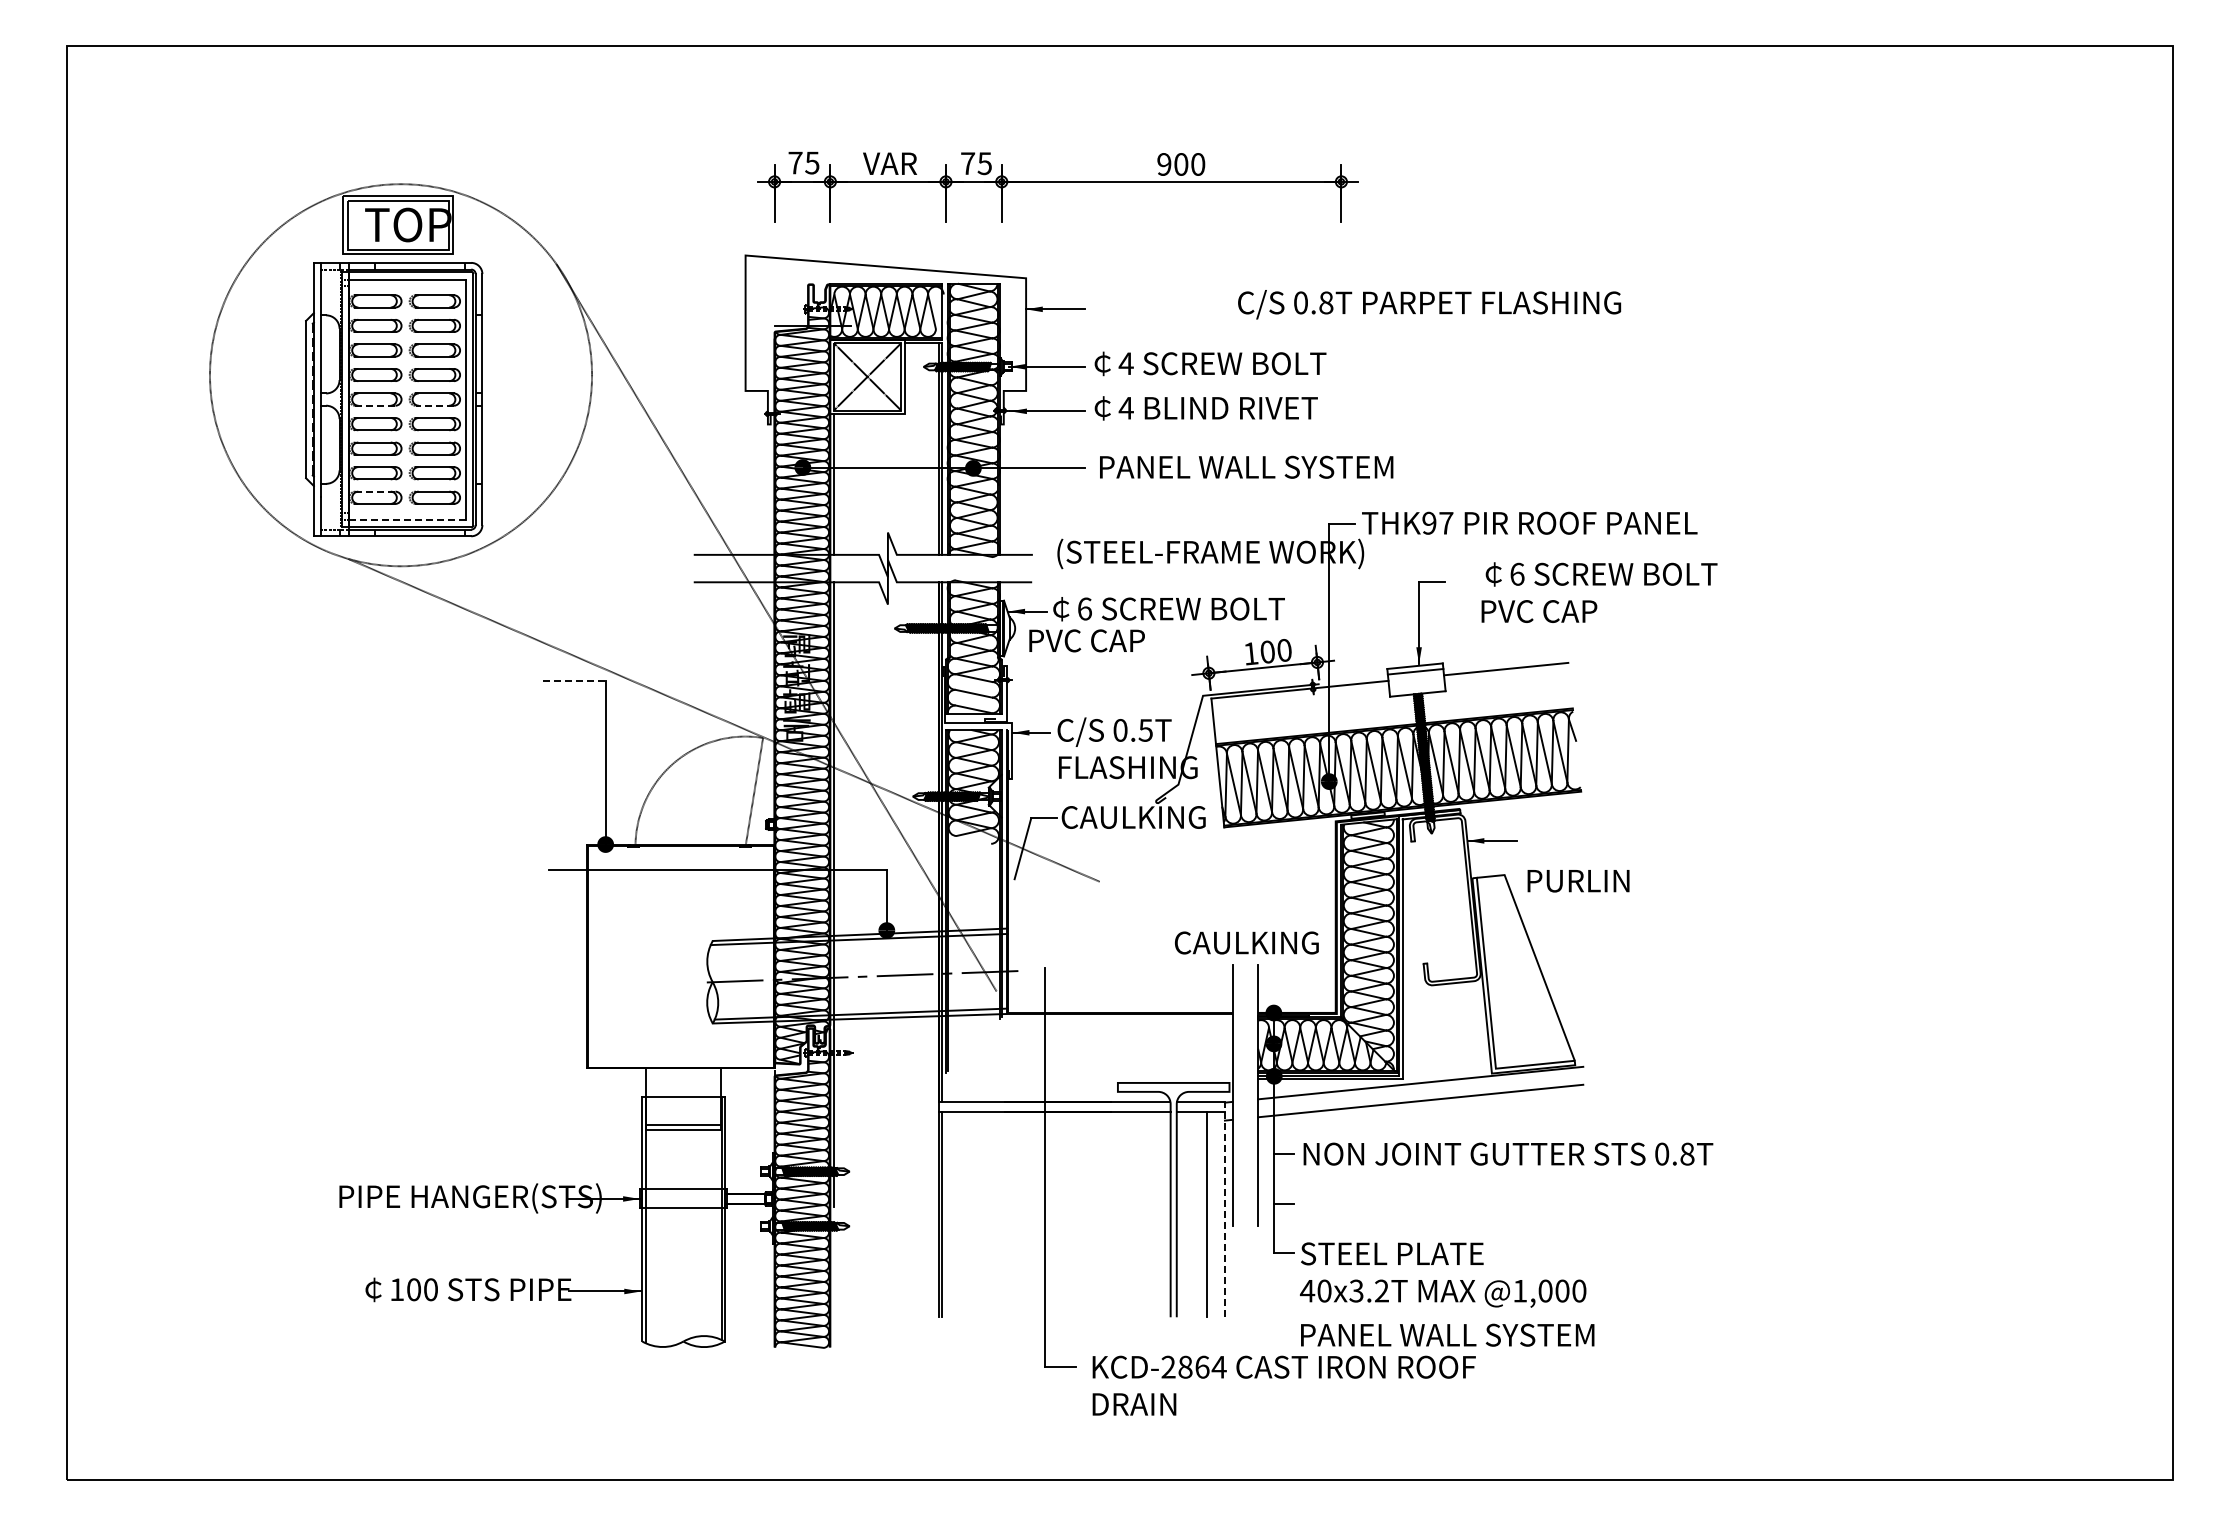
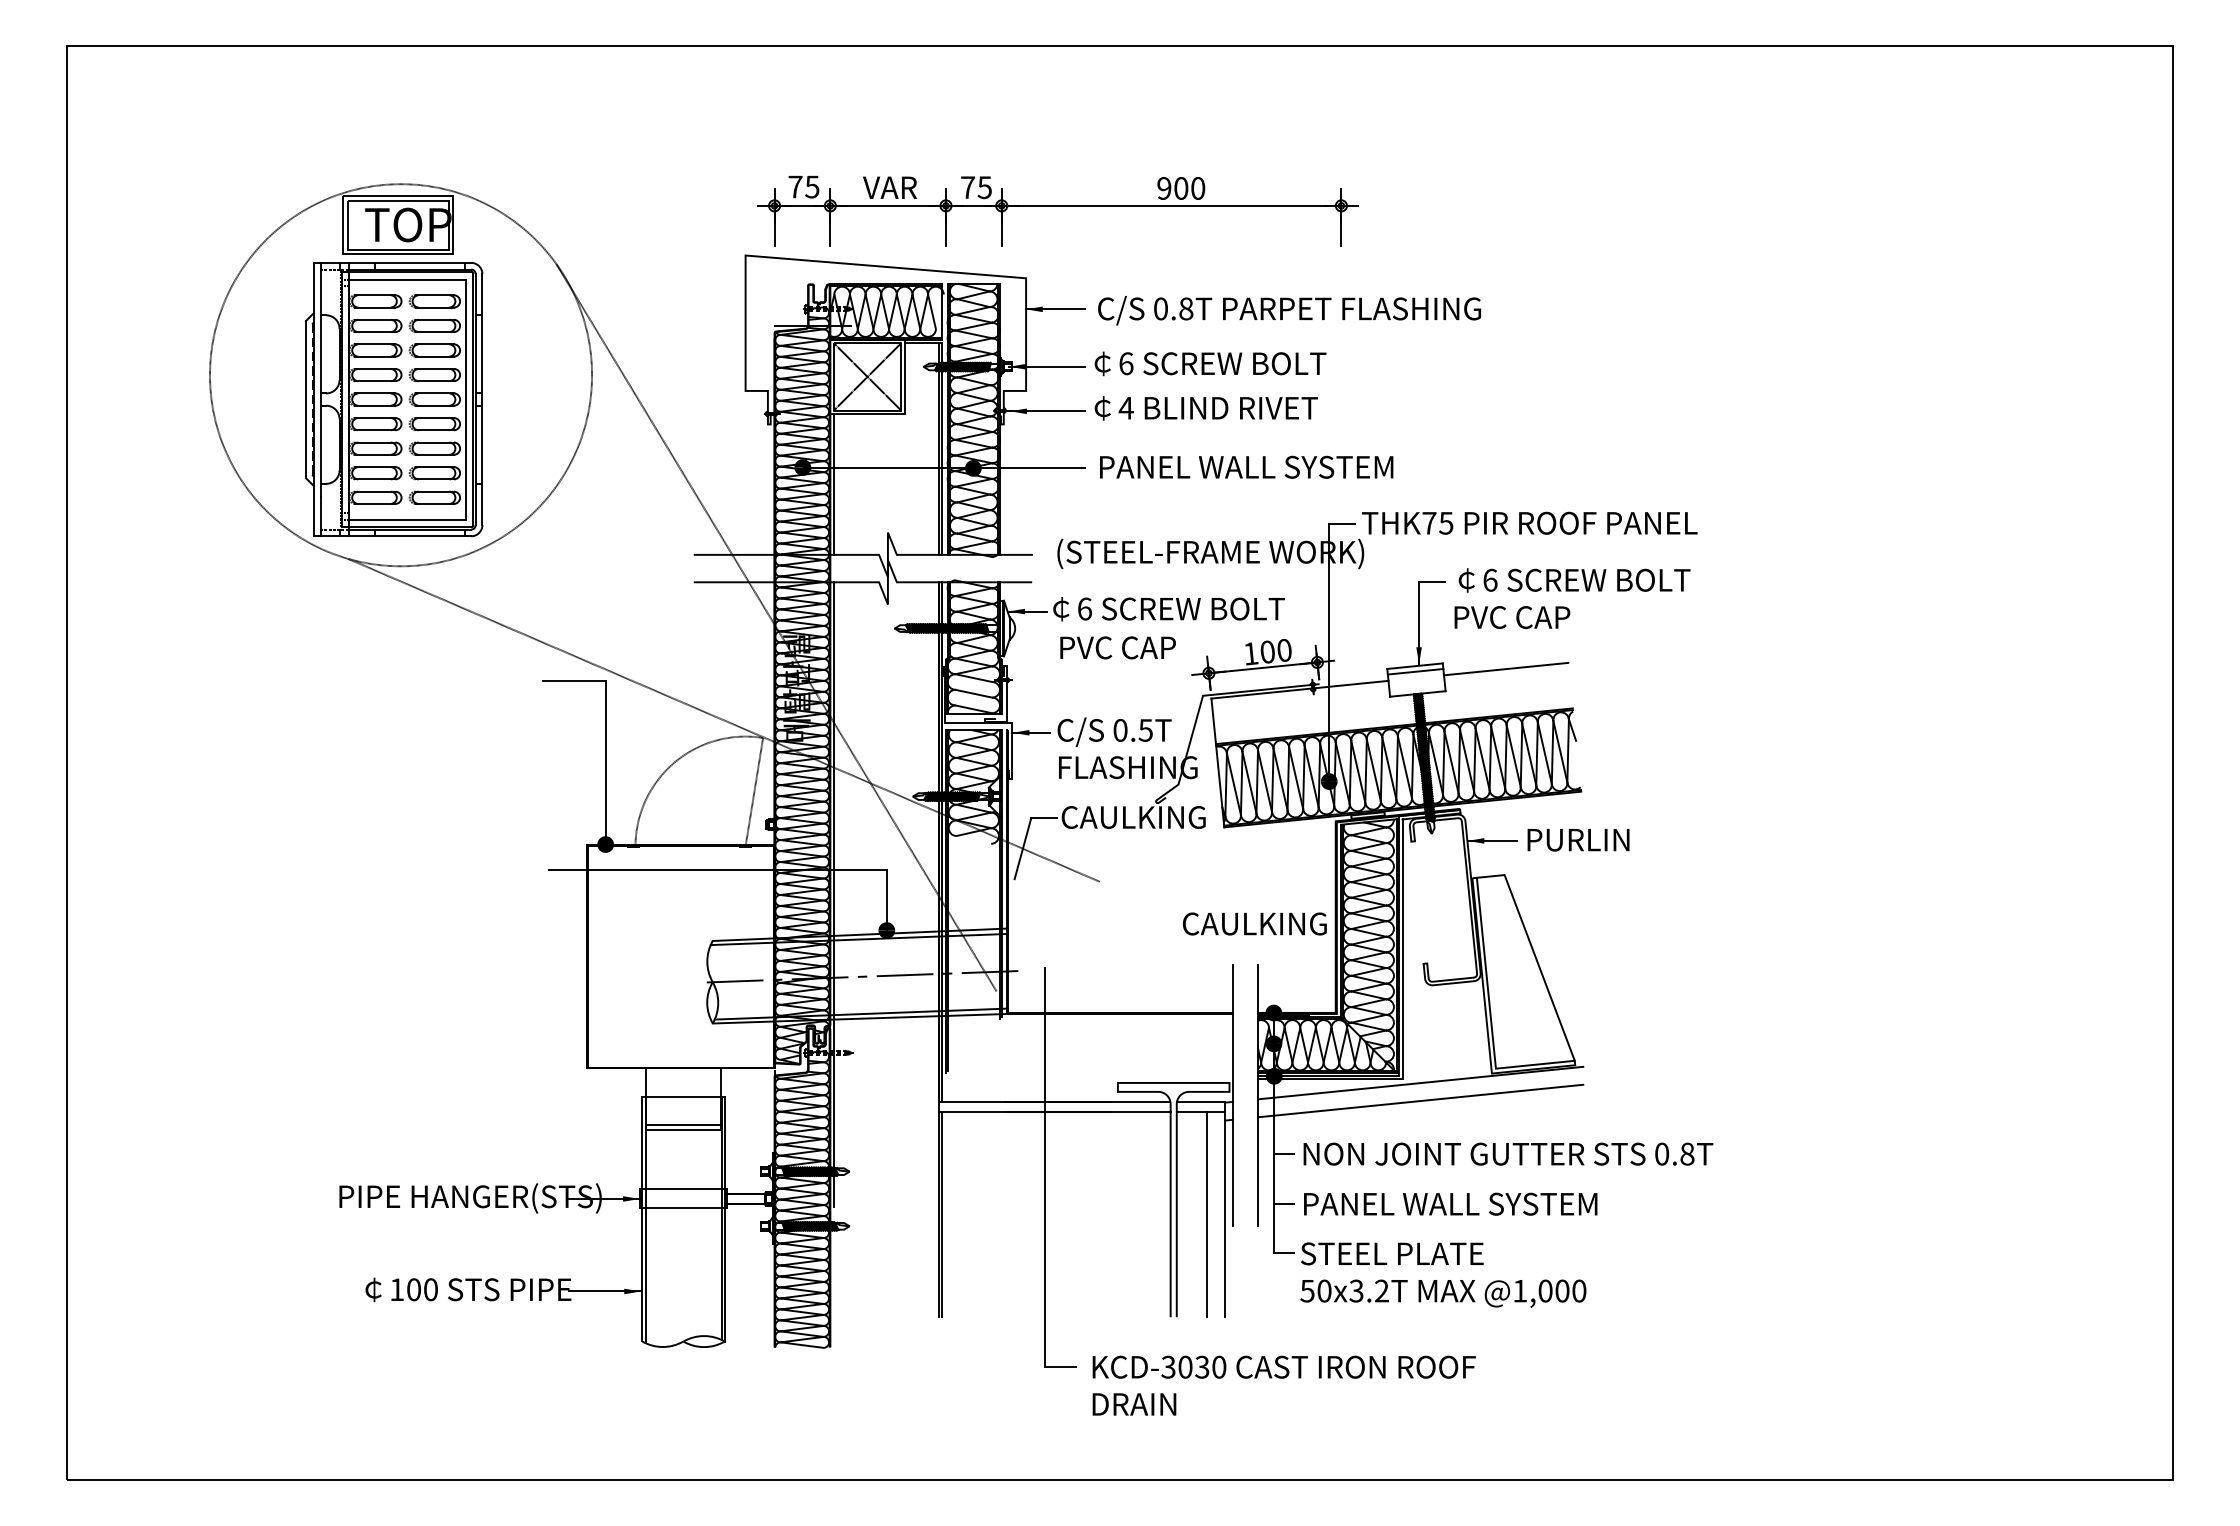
part at (1057, 187) position: (1057, 187) -> (1057, 211)
text at (1429, 304) position: (1429, 304) -> (1289, 310)
text at (1125, 363): 4 -> 6
line at (375, 405): dashed -> solid
line at (434, 405): dashed -> solid
line at (375, 491): dashed -> solid
line at (407, 519): dashed -> solid
text at (1437, 522): THK97 -> THK75
text at (1599, 592) position: (1599, 592) -> (1572, 598)
text at (1086, 640) position: (1086, 640) -> (1117, 647)
line at (574, 680): dashed -> solid
text at (1578, 881) position: (1578, 881) -> (1578, 840)
text at (1246, 942) position: (1246, 942) -> (1254, 923)
line at (1224, 1209): dashed -> solid
text at (1307, 1291): 40x3.2T -> 50x3.2T
text at (1447, 1334) position: (1447, 1334) -> (1450, 1203)
text at (1193, 1366): KCD-2864 -> KCD-3030
